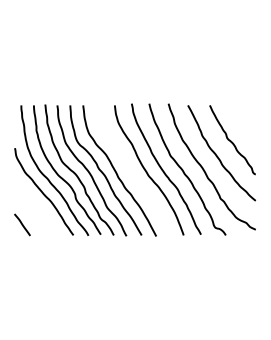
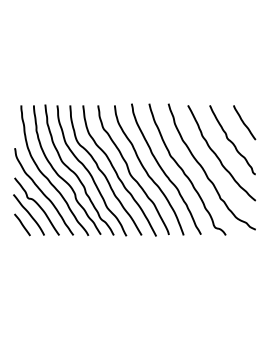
curve at (244, 122): none -> present
curve at (130, 171): none -> present
part at (36, 206): none -> present
